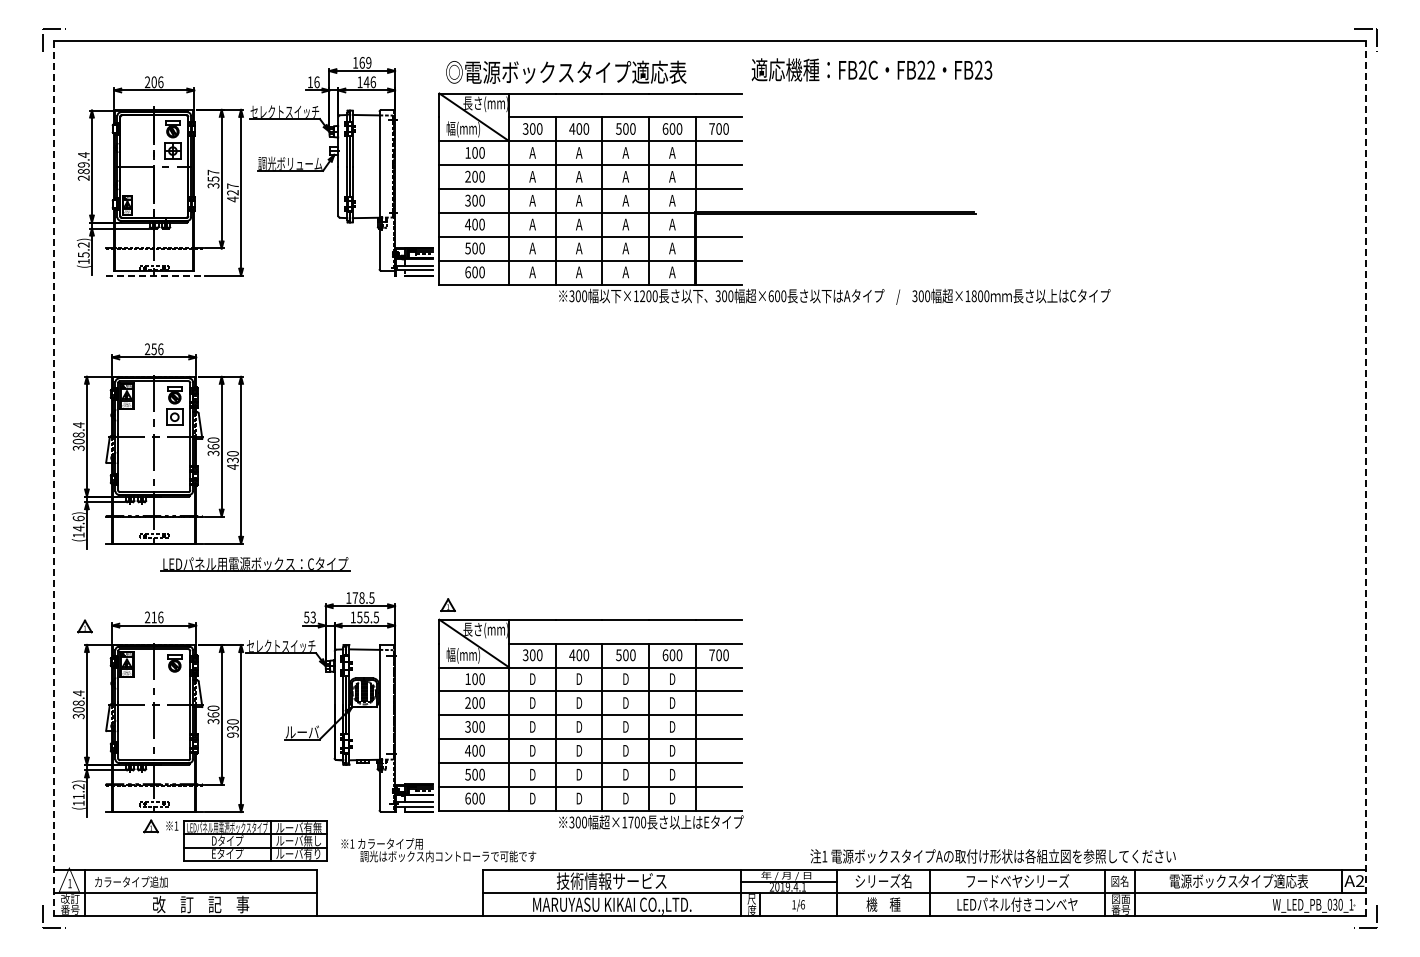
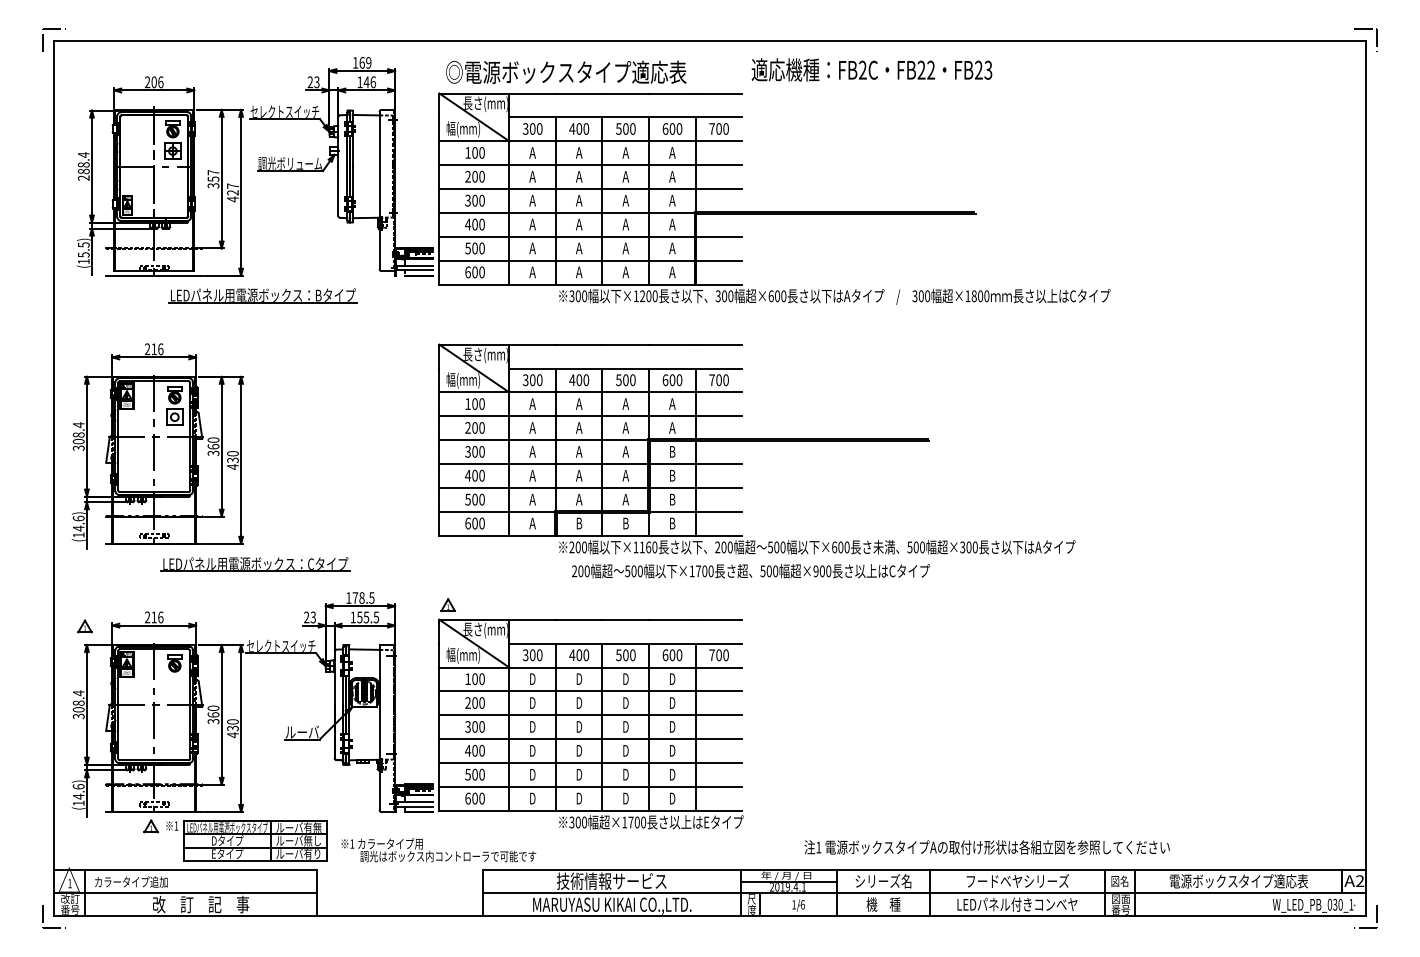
text at (313, 82): 16 -> 23
text at (83, 164): 289.4 -> 288.4
text at (83, 244): (15.2) -> (15.5)
line at (154, 275): dashed -> solid
part at (262, 295): none -> present
text at (153, 349): 256 -> 216
part at (742, 463): none -> present
line at (54, 478): dashed -> solid
line at (1365, 478): dashed -> solid
text at (306, 617): 53 -> 23
text at (232, 735): 930 -> 430
text at (78, 791): (11.2) -> (14.6)
text at (992, 856) position: (992, 856) -> (986, 847)
